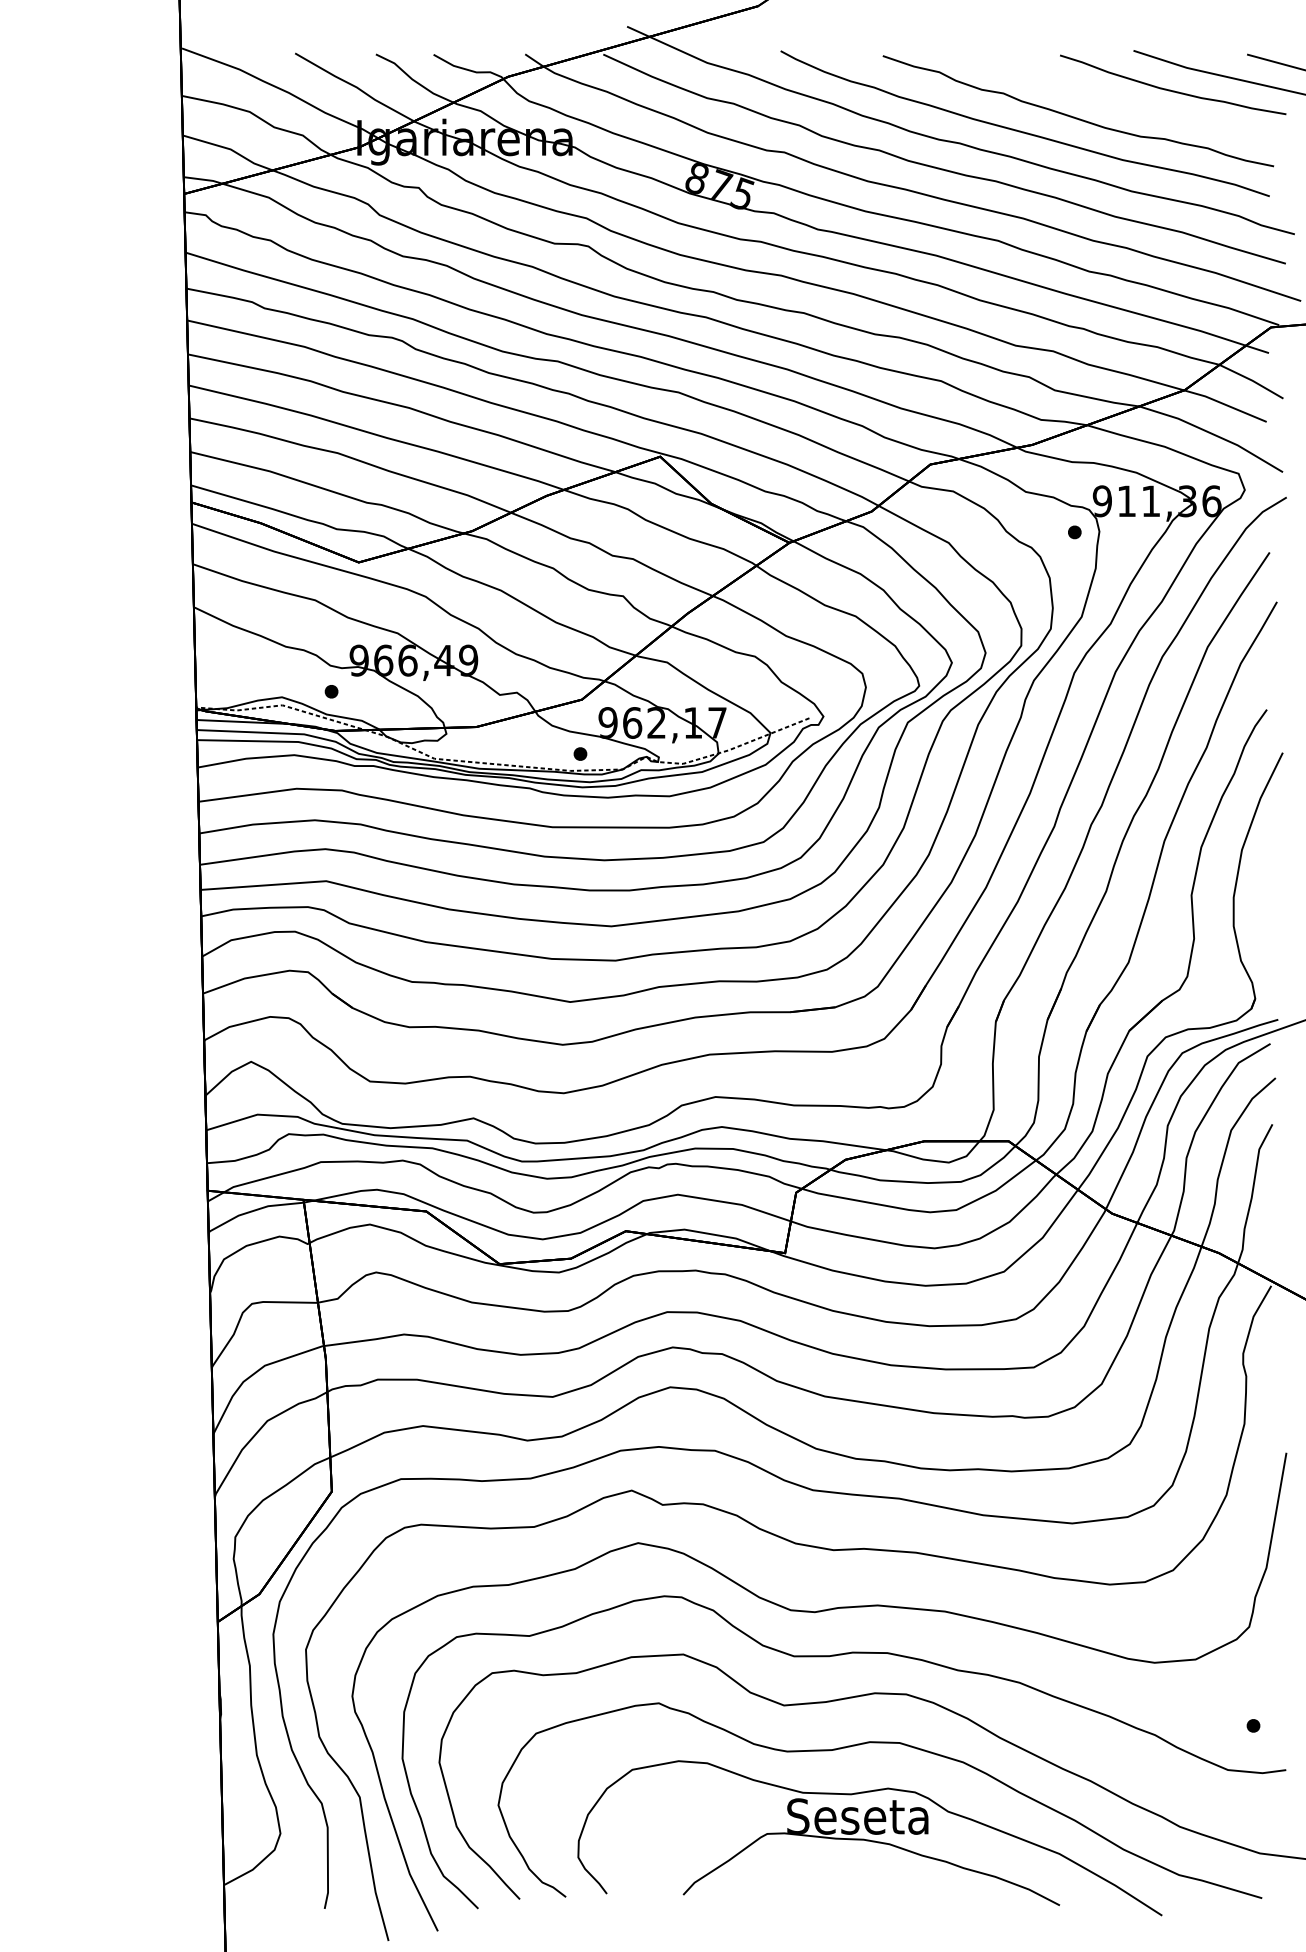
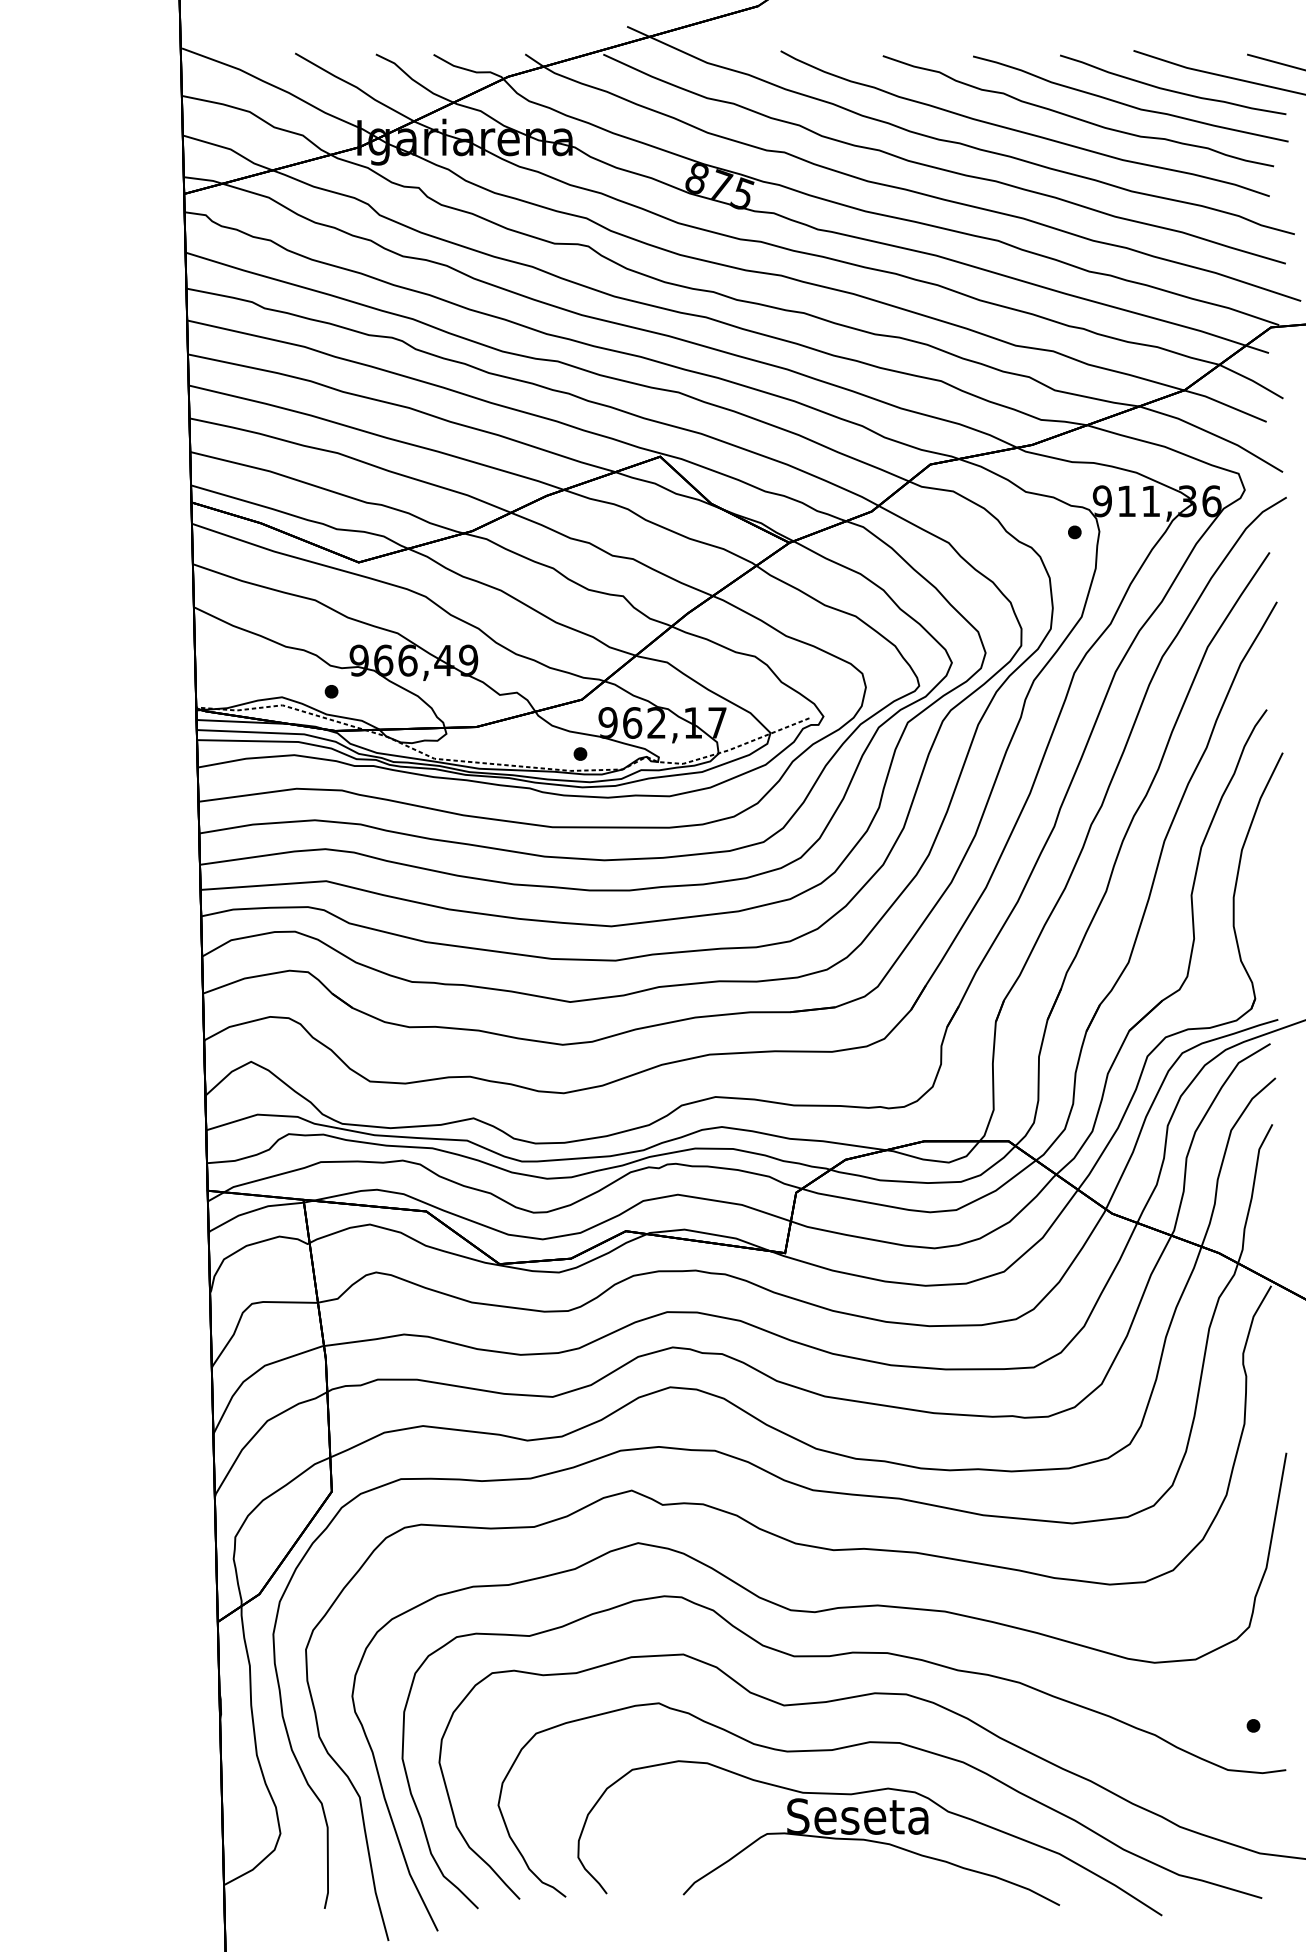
curve at (1128, 104): none -> present
